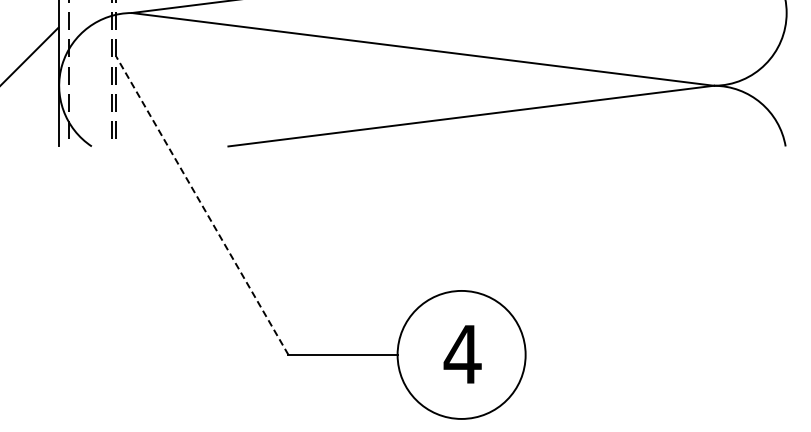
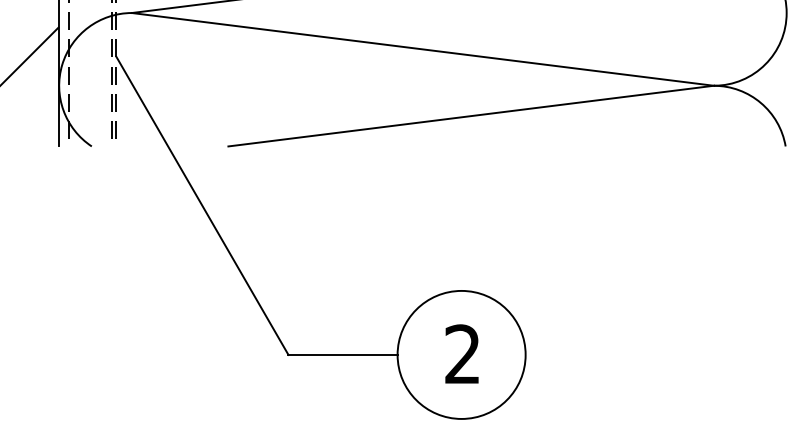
line at (202, 205): dashed -> solid
text at (462, 353): 4 -> 2
